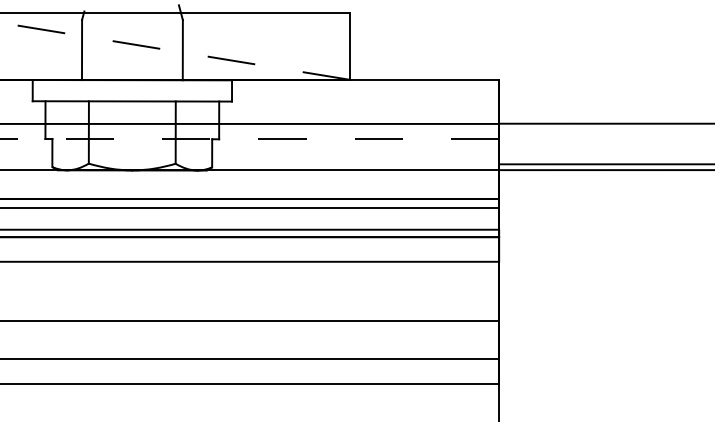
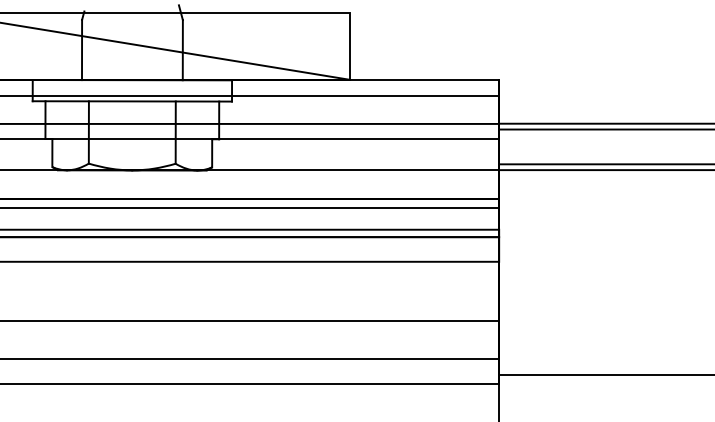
line at (175, 51): dashed -> solid
line at (250, 95): none -> present
line at (605, 129): none -> present
line at (249, 139): dashed -> solid
line at (605, 374): none -> present
